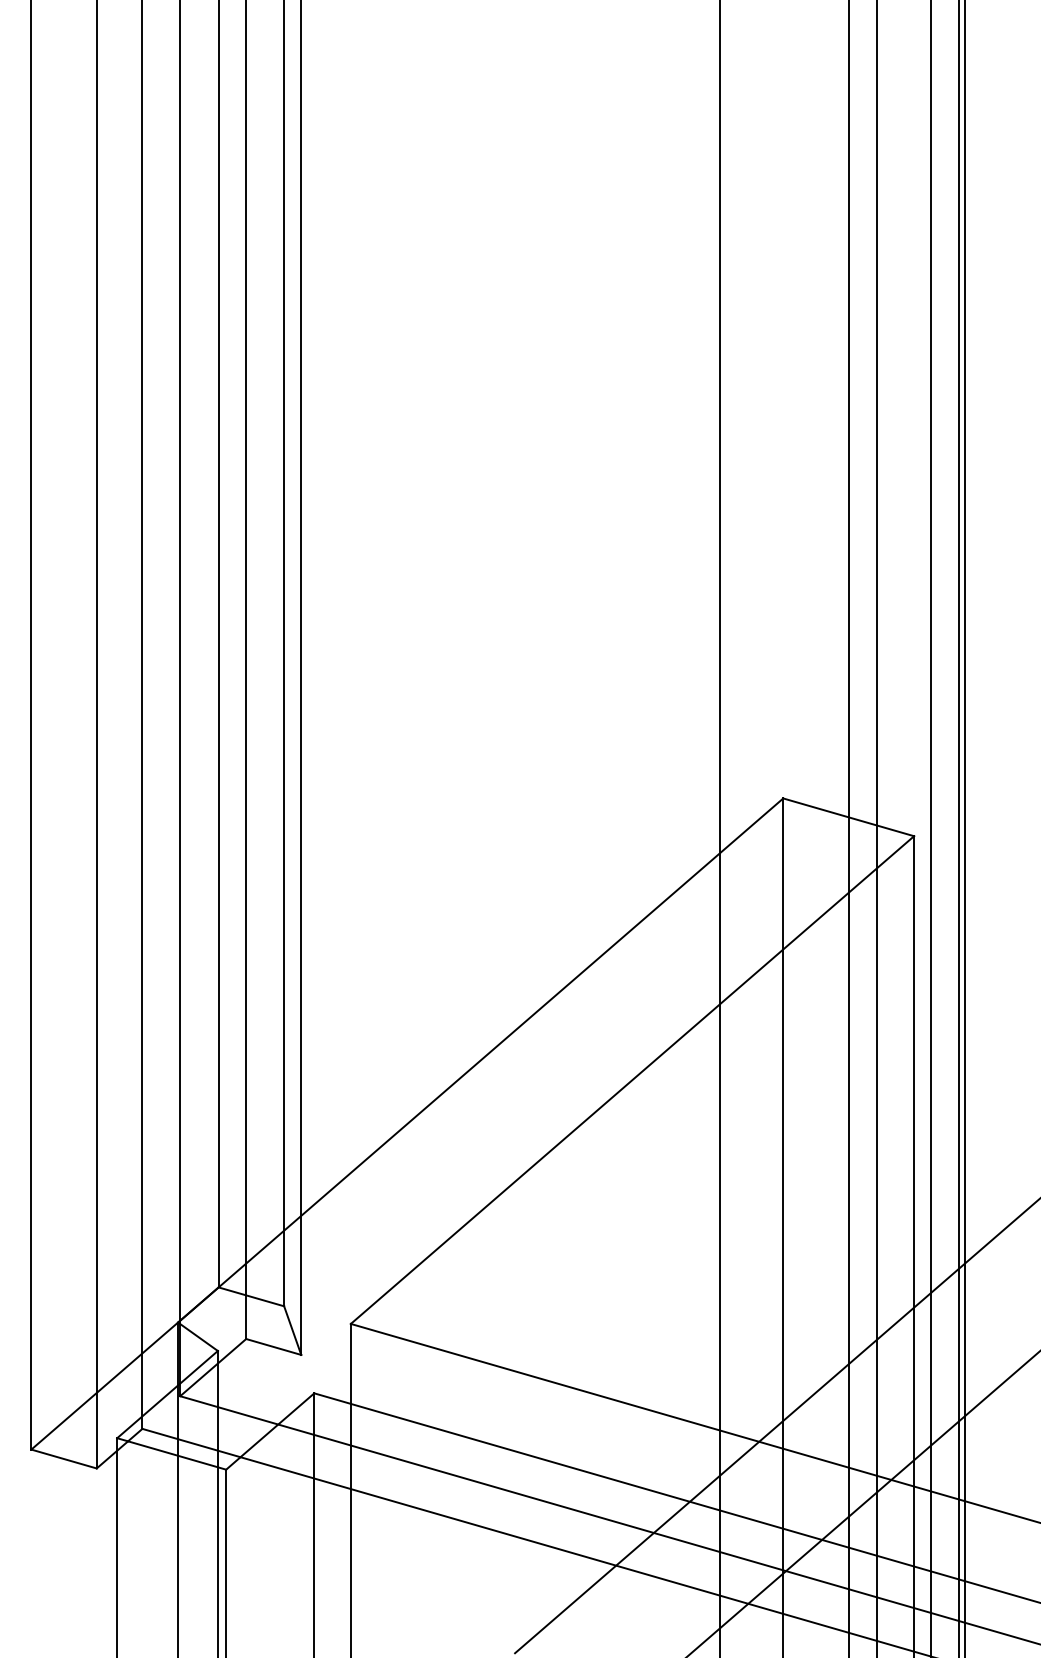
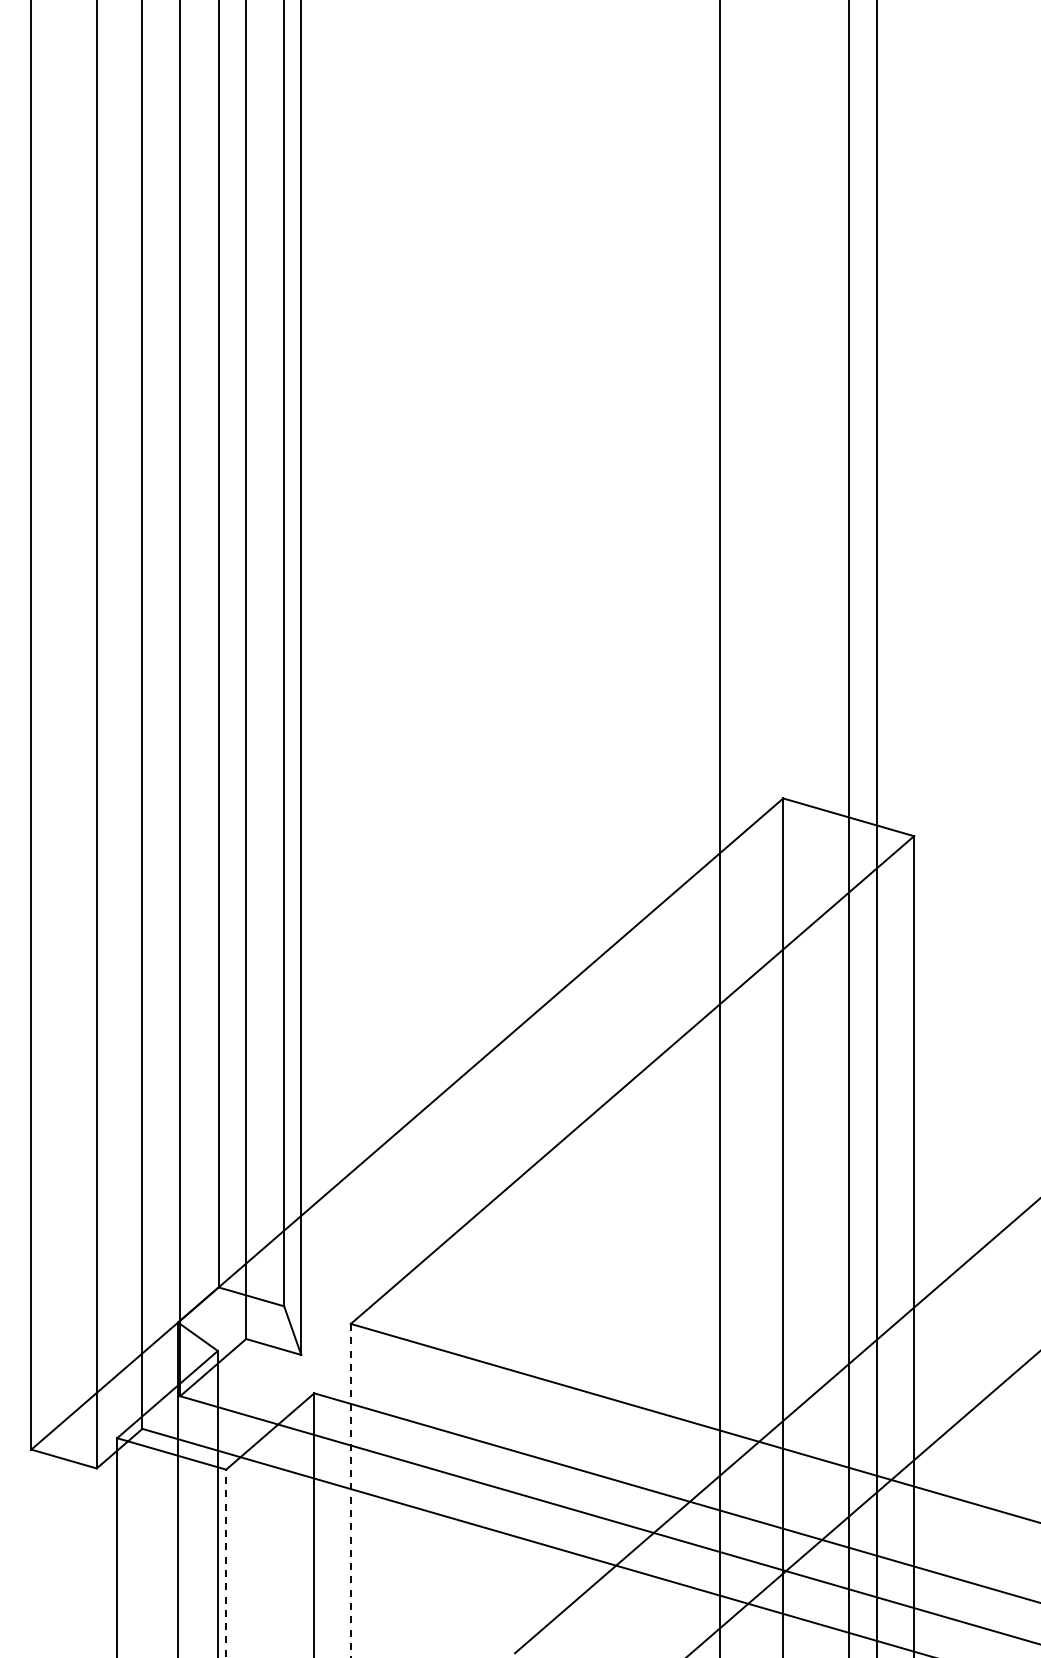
line at (930, 828): present -> none
line at (959, 828): present -> none
line at (965, 828): present -> none
line at (350, 1490): solid -> dashed
line at (226, 1563): solid -> dashed
